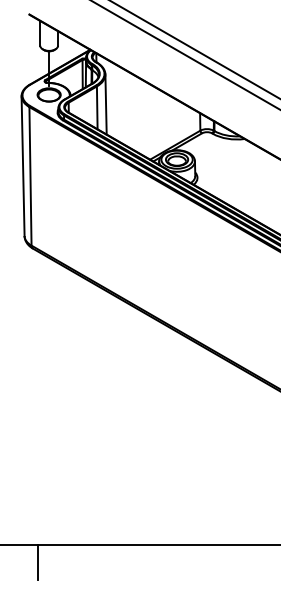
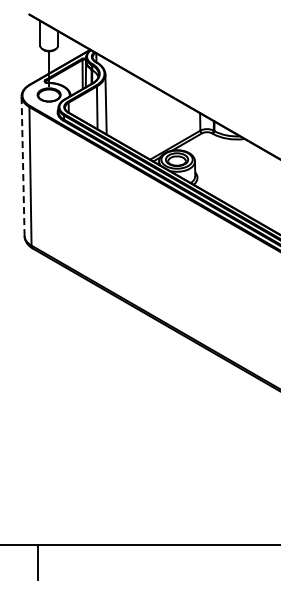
line at (194, 49): present -> none
line at (185, 55): present -> none
line at (23, 166): solid -> dashed
